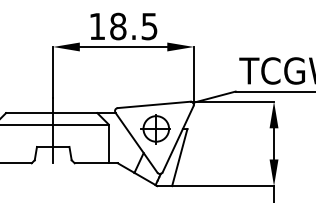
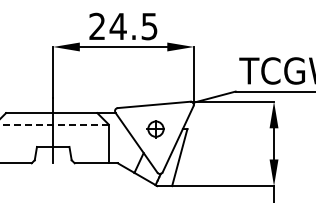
text at (107, 26): 18.5 -> 24.5
line at (54, 124): solid -> dashed
part at (155, 129) size: 31x31 px -> 19x19 px
